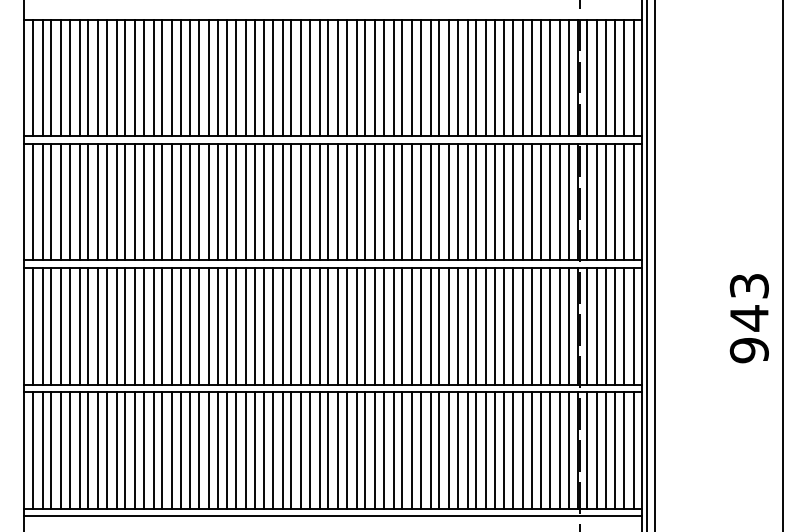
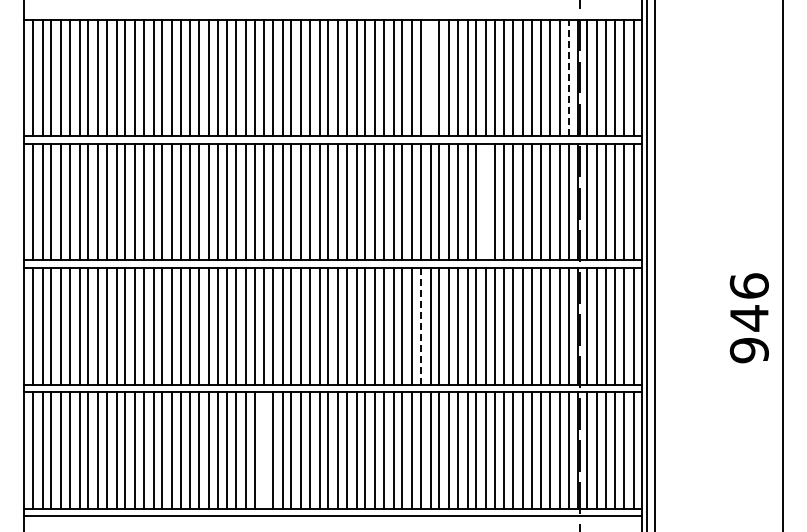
line at (430, 77): present -> none
line at (568, 77): solid -> dashed
line at (485, 201): present -> none
text at (748, 285): 943 -> 946
line at (420, 325): solid -> dashed
line at (264, 450): present -> none
